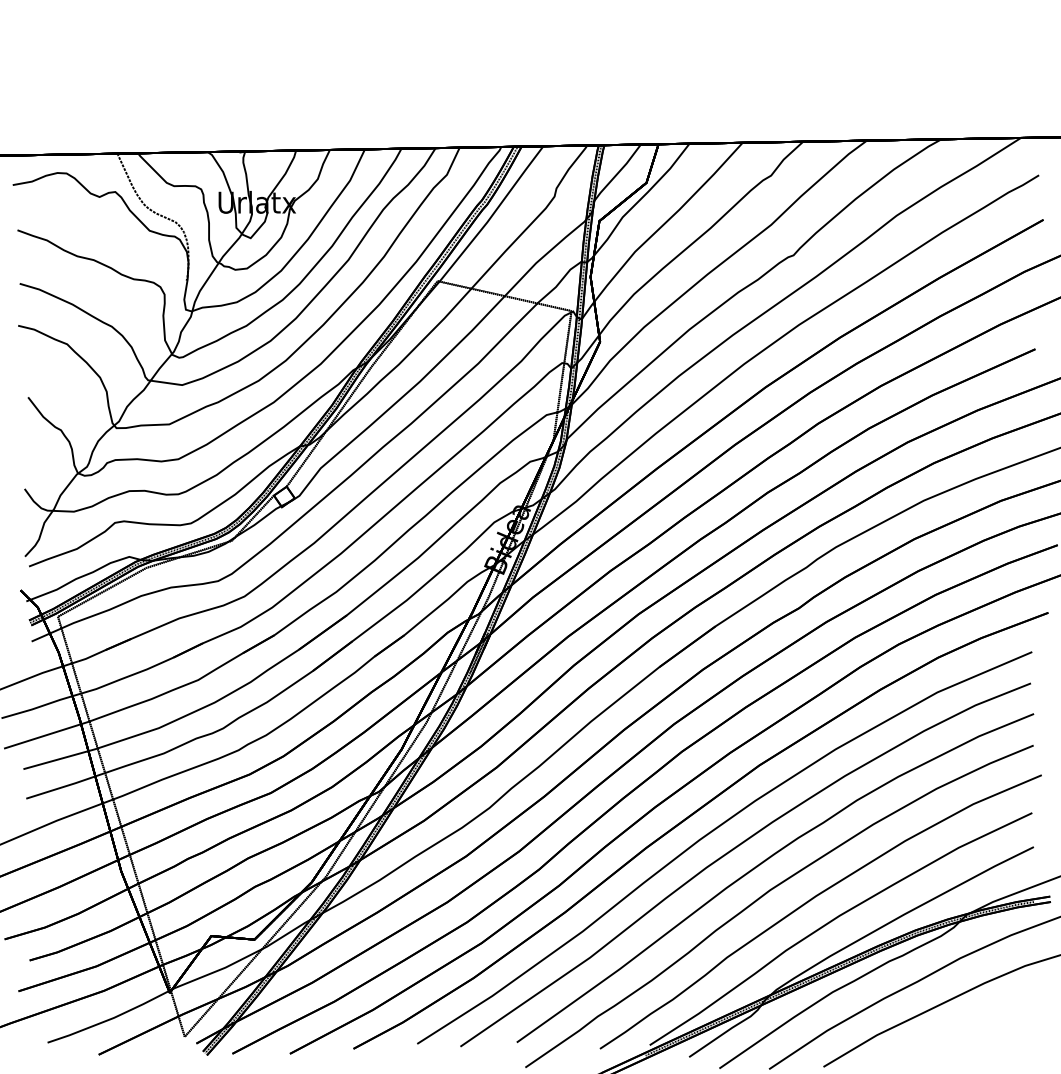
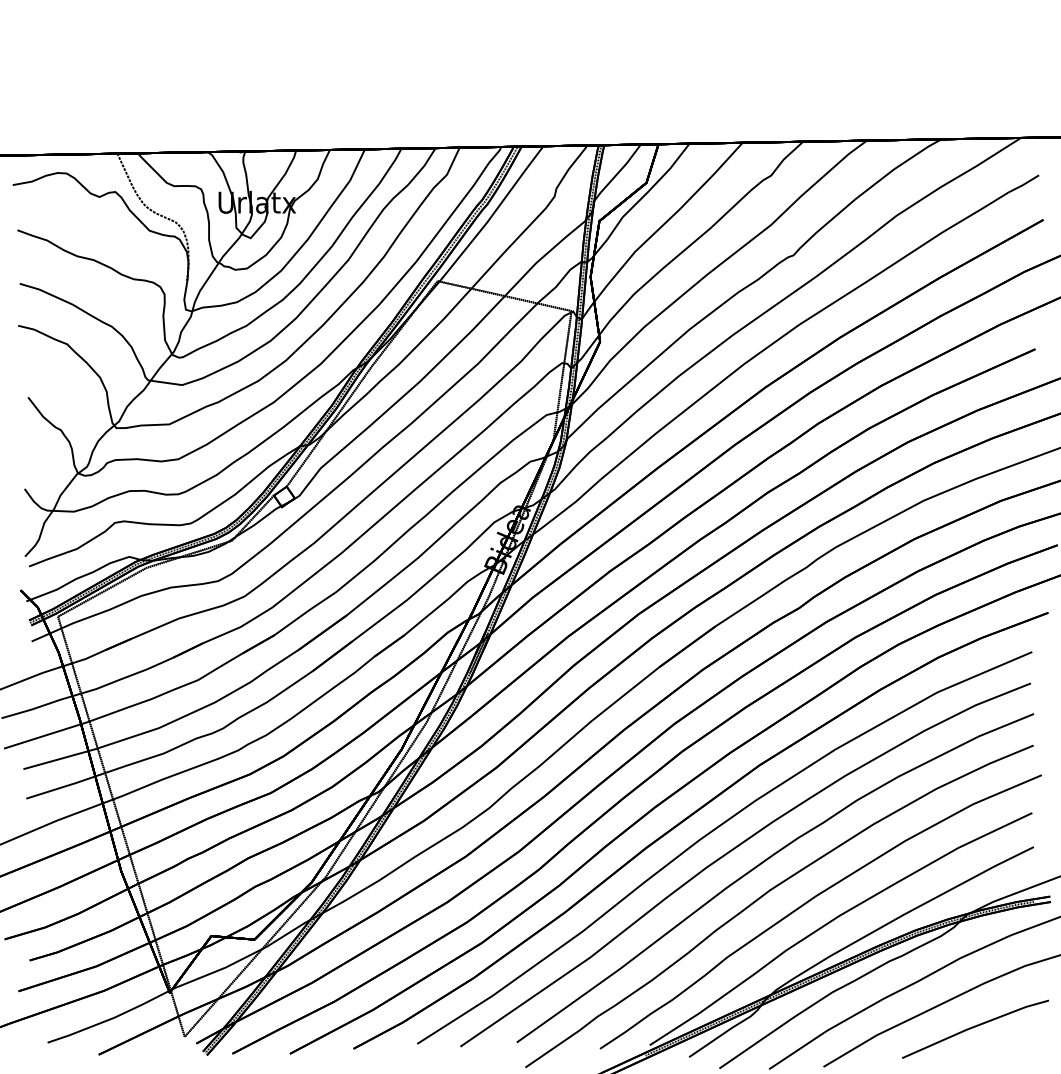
line at (975, 1027): none -> present
